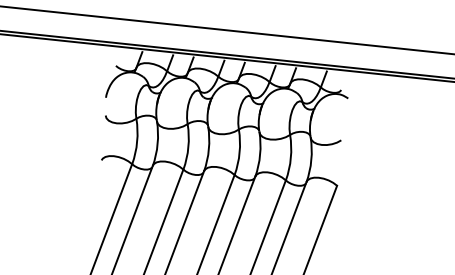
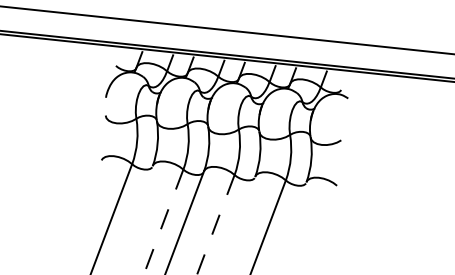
line at (132, 218): present -> none
line at (163, 221): solid -> dashed
line at (237, 223): present -> none
line at (215, 224): solid -> dashed
line at (289, 226): present -> none
line at (320, 228): present -> none
